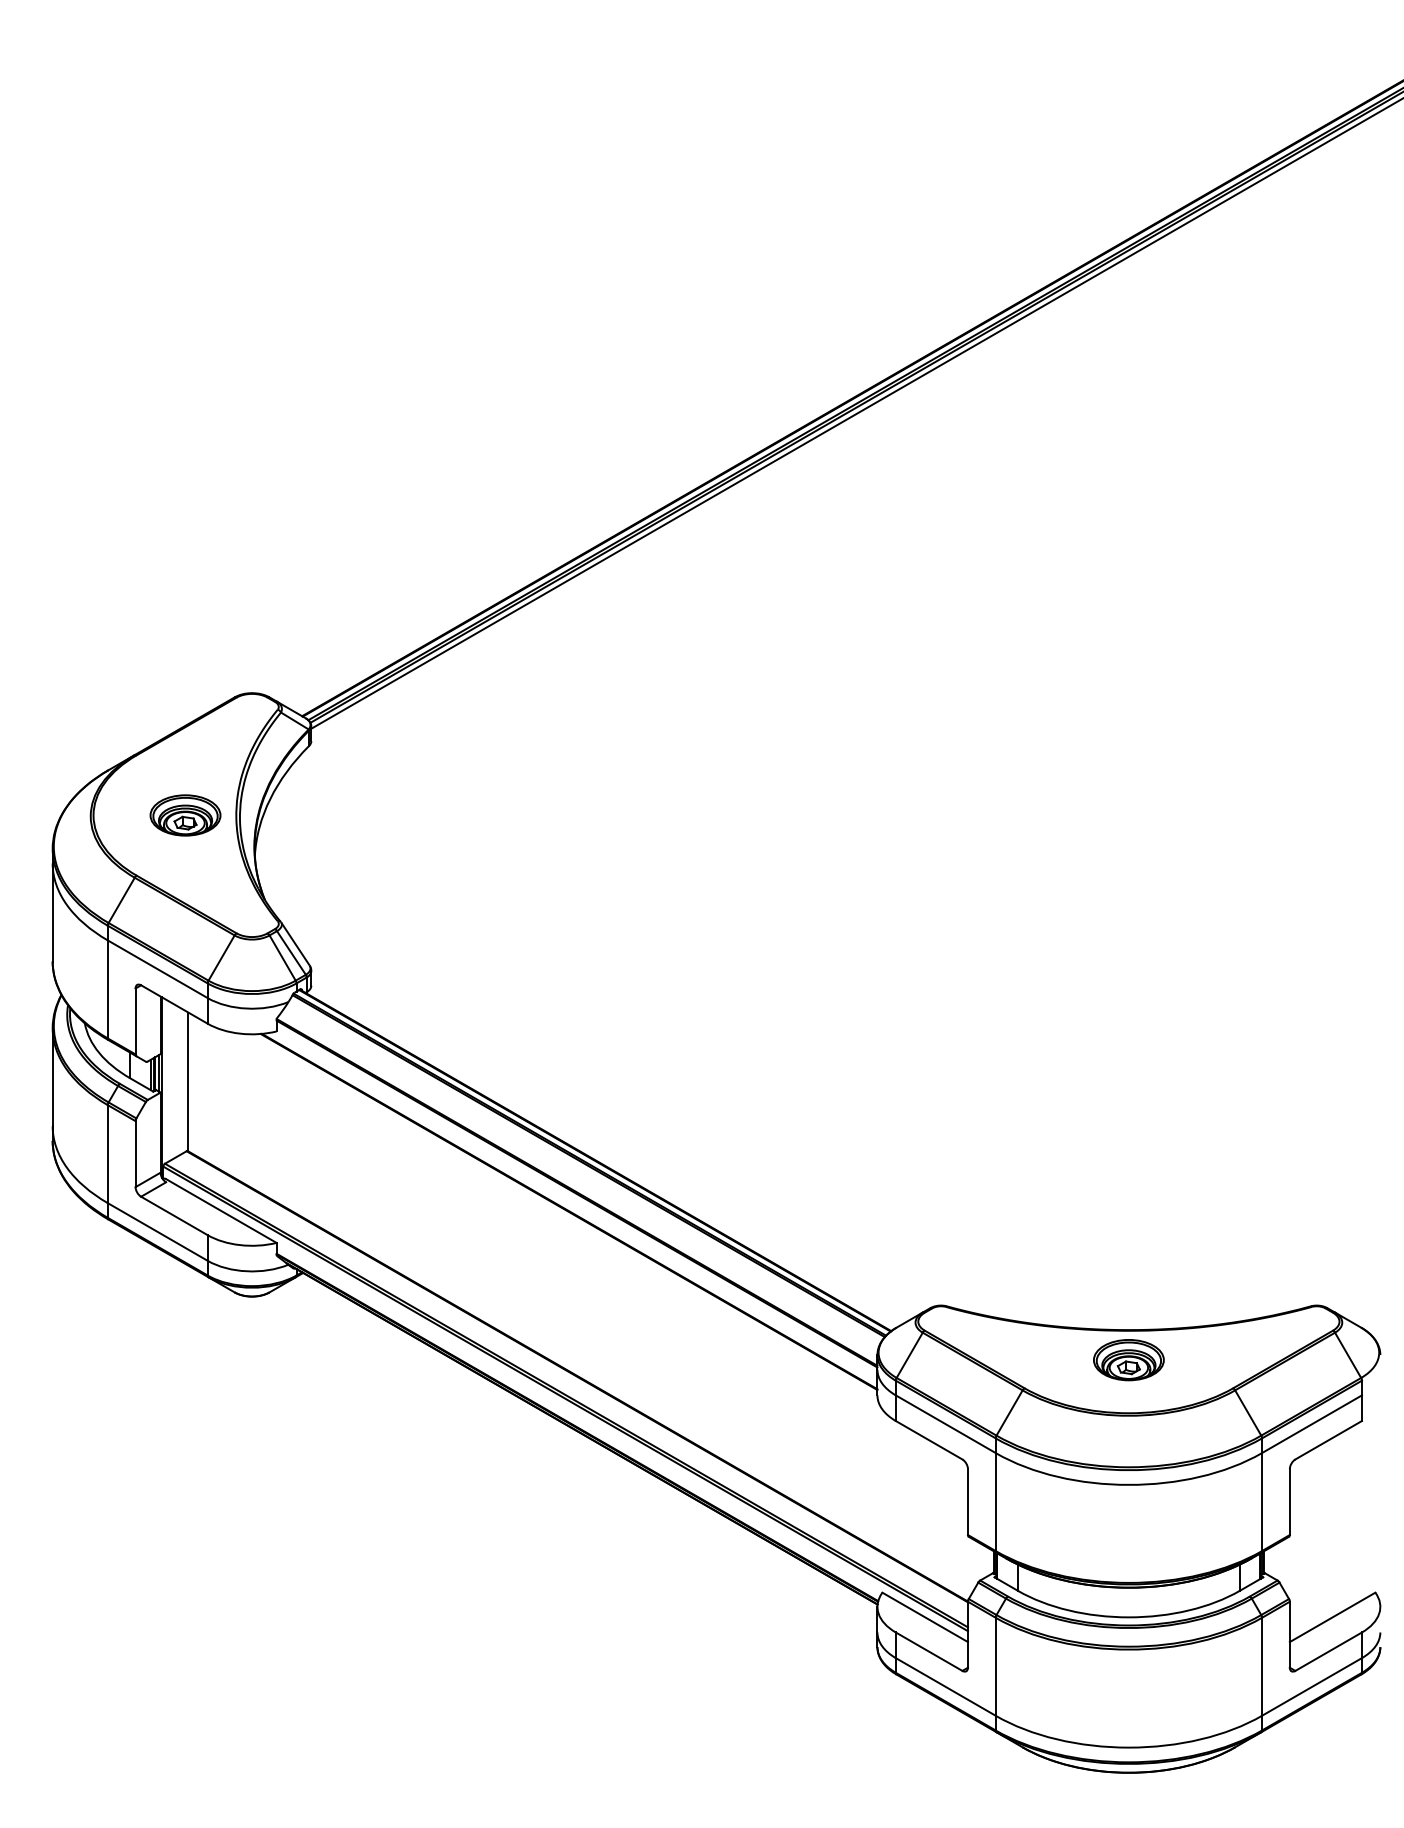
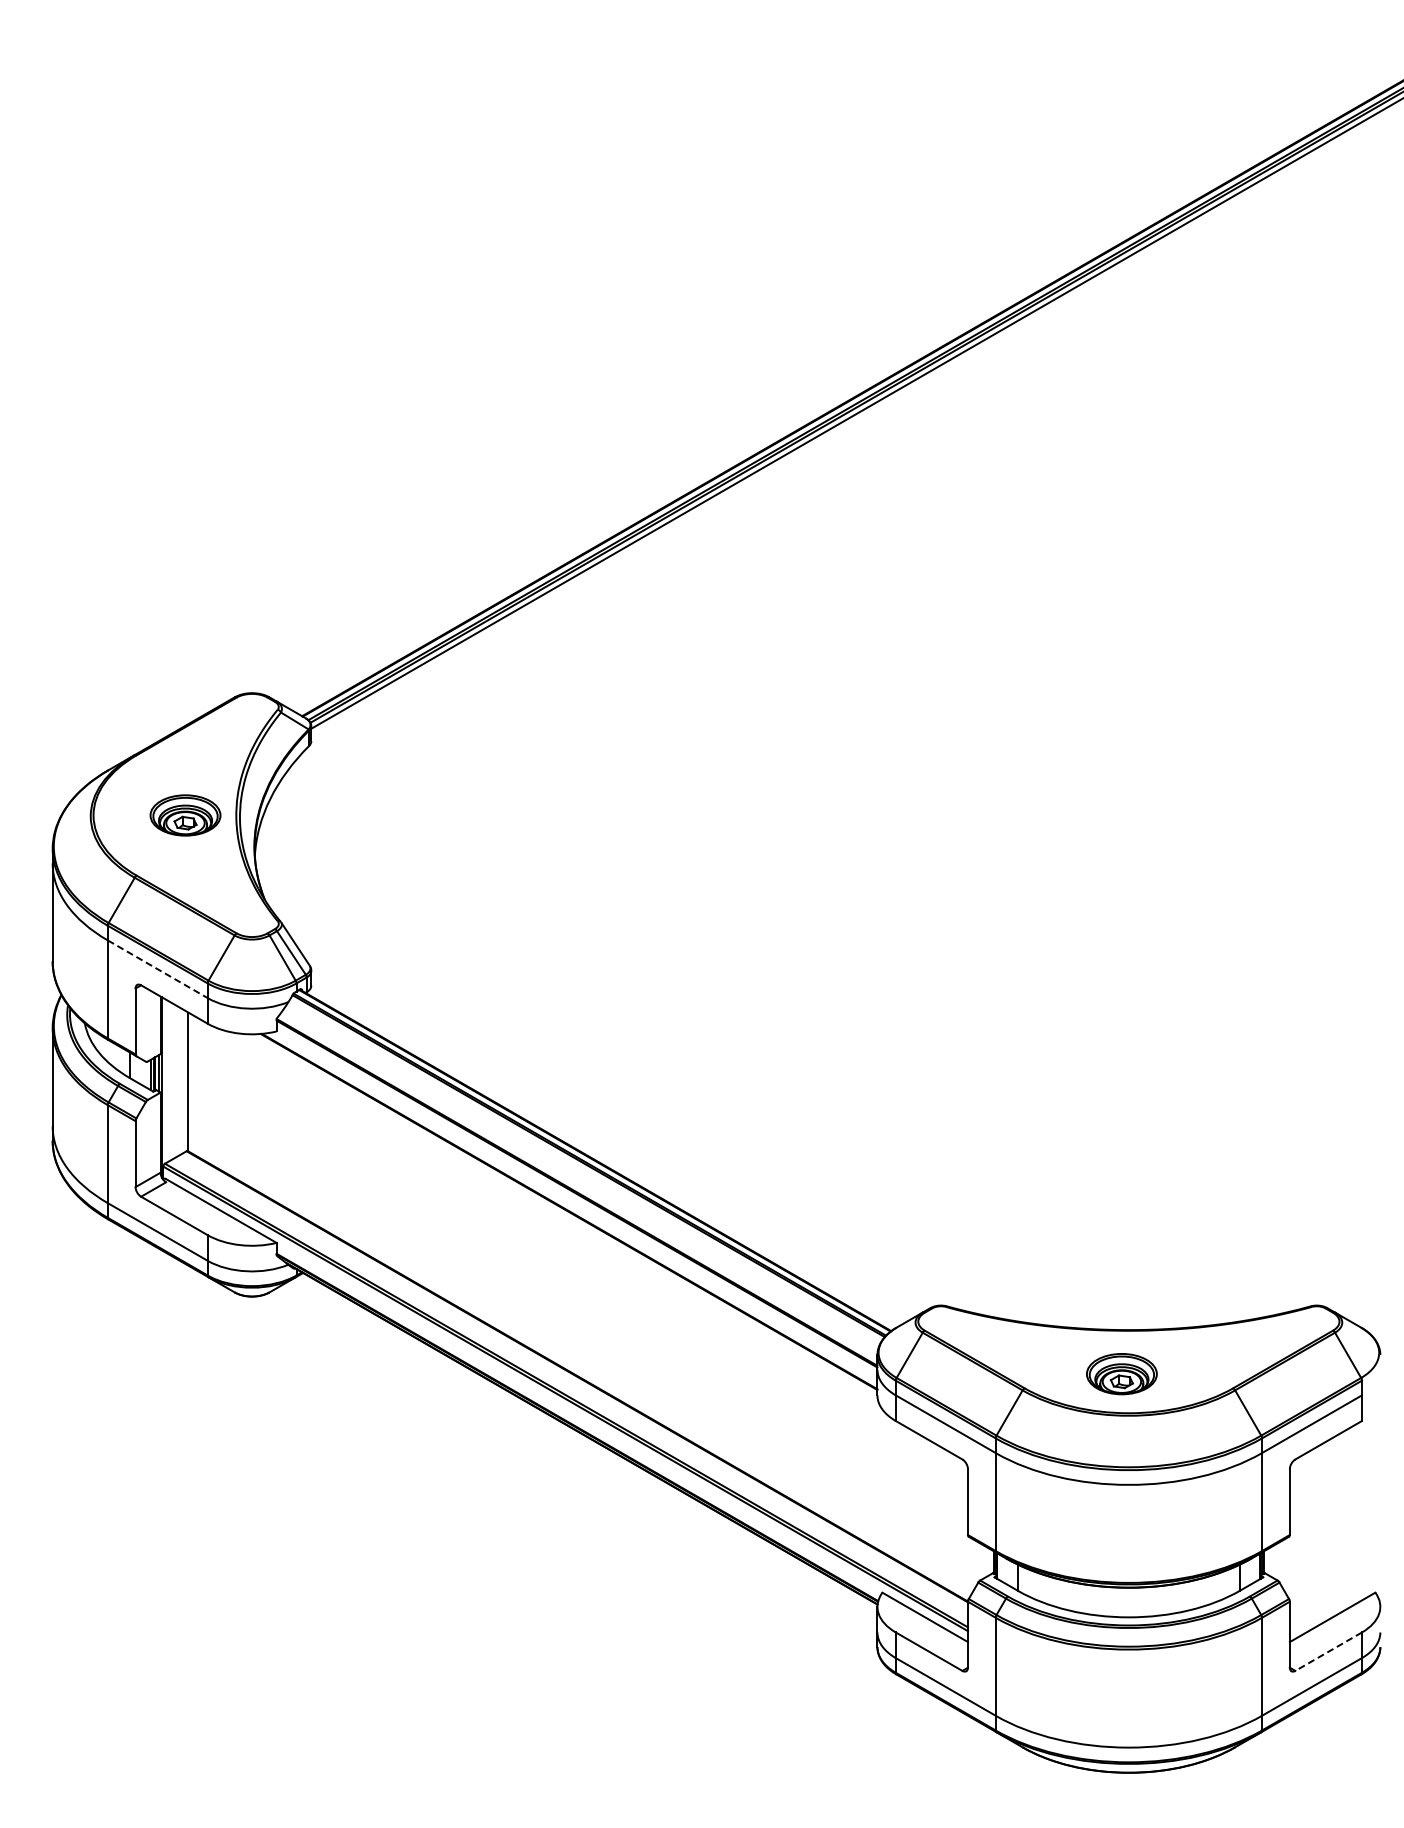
line at (157, 969): solid -> dashed
part at (1128, 1360) position: (1128, 1360) -> (1121, 1374)
line at (1328, 1651): solid -> dashed
